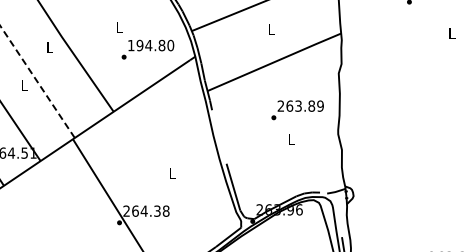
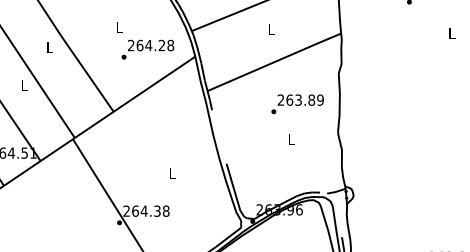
text at (151, 45): 194.80 -> 264.28
line at (37, 81): dashed -> solid
text at (297, 110) position: (297, 110) -> (297, 104)
